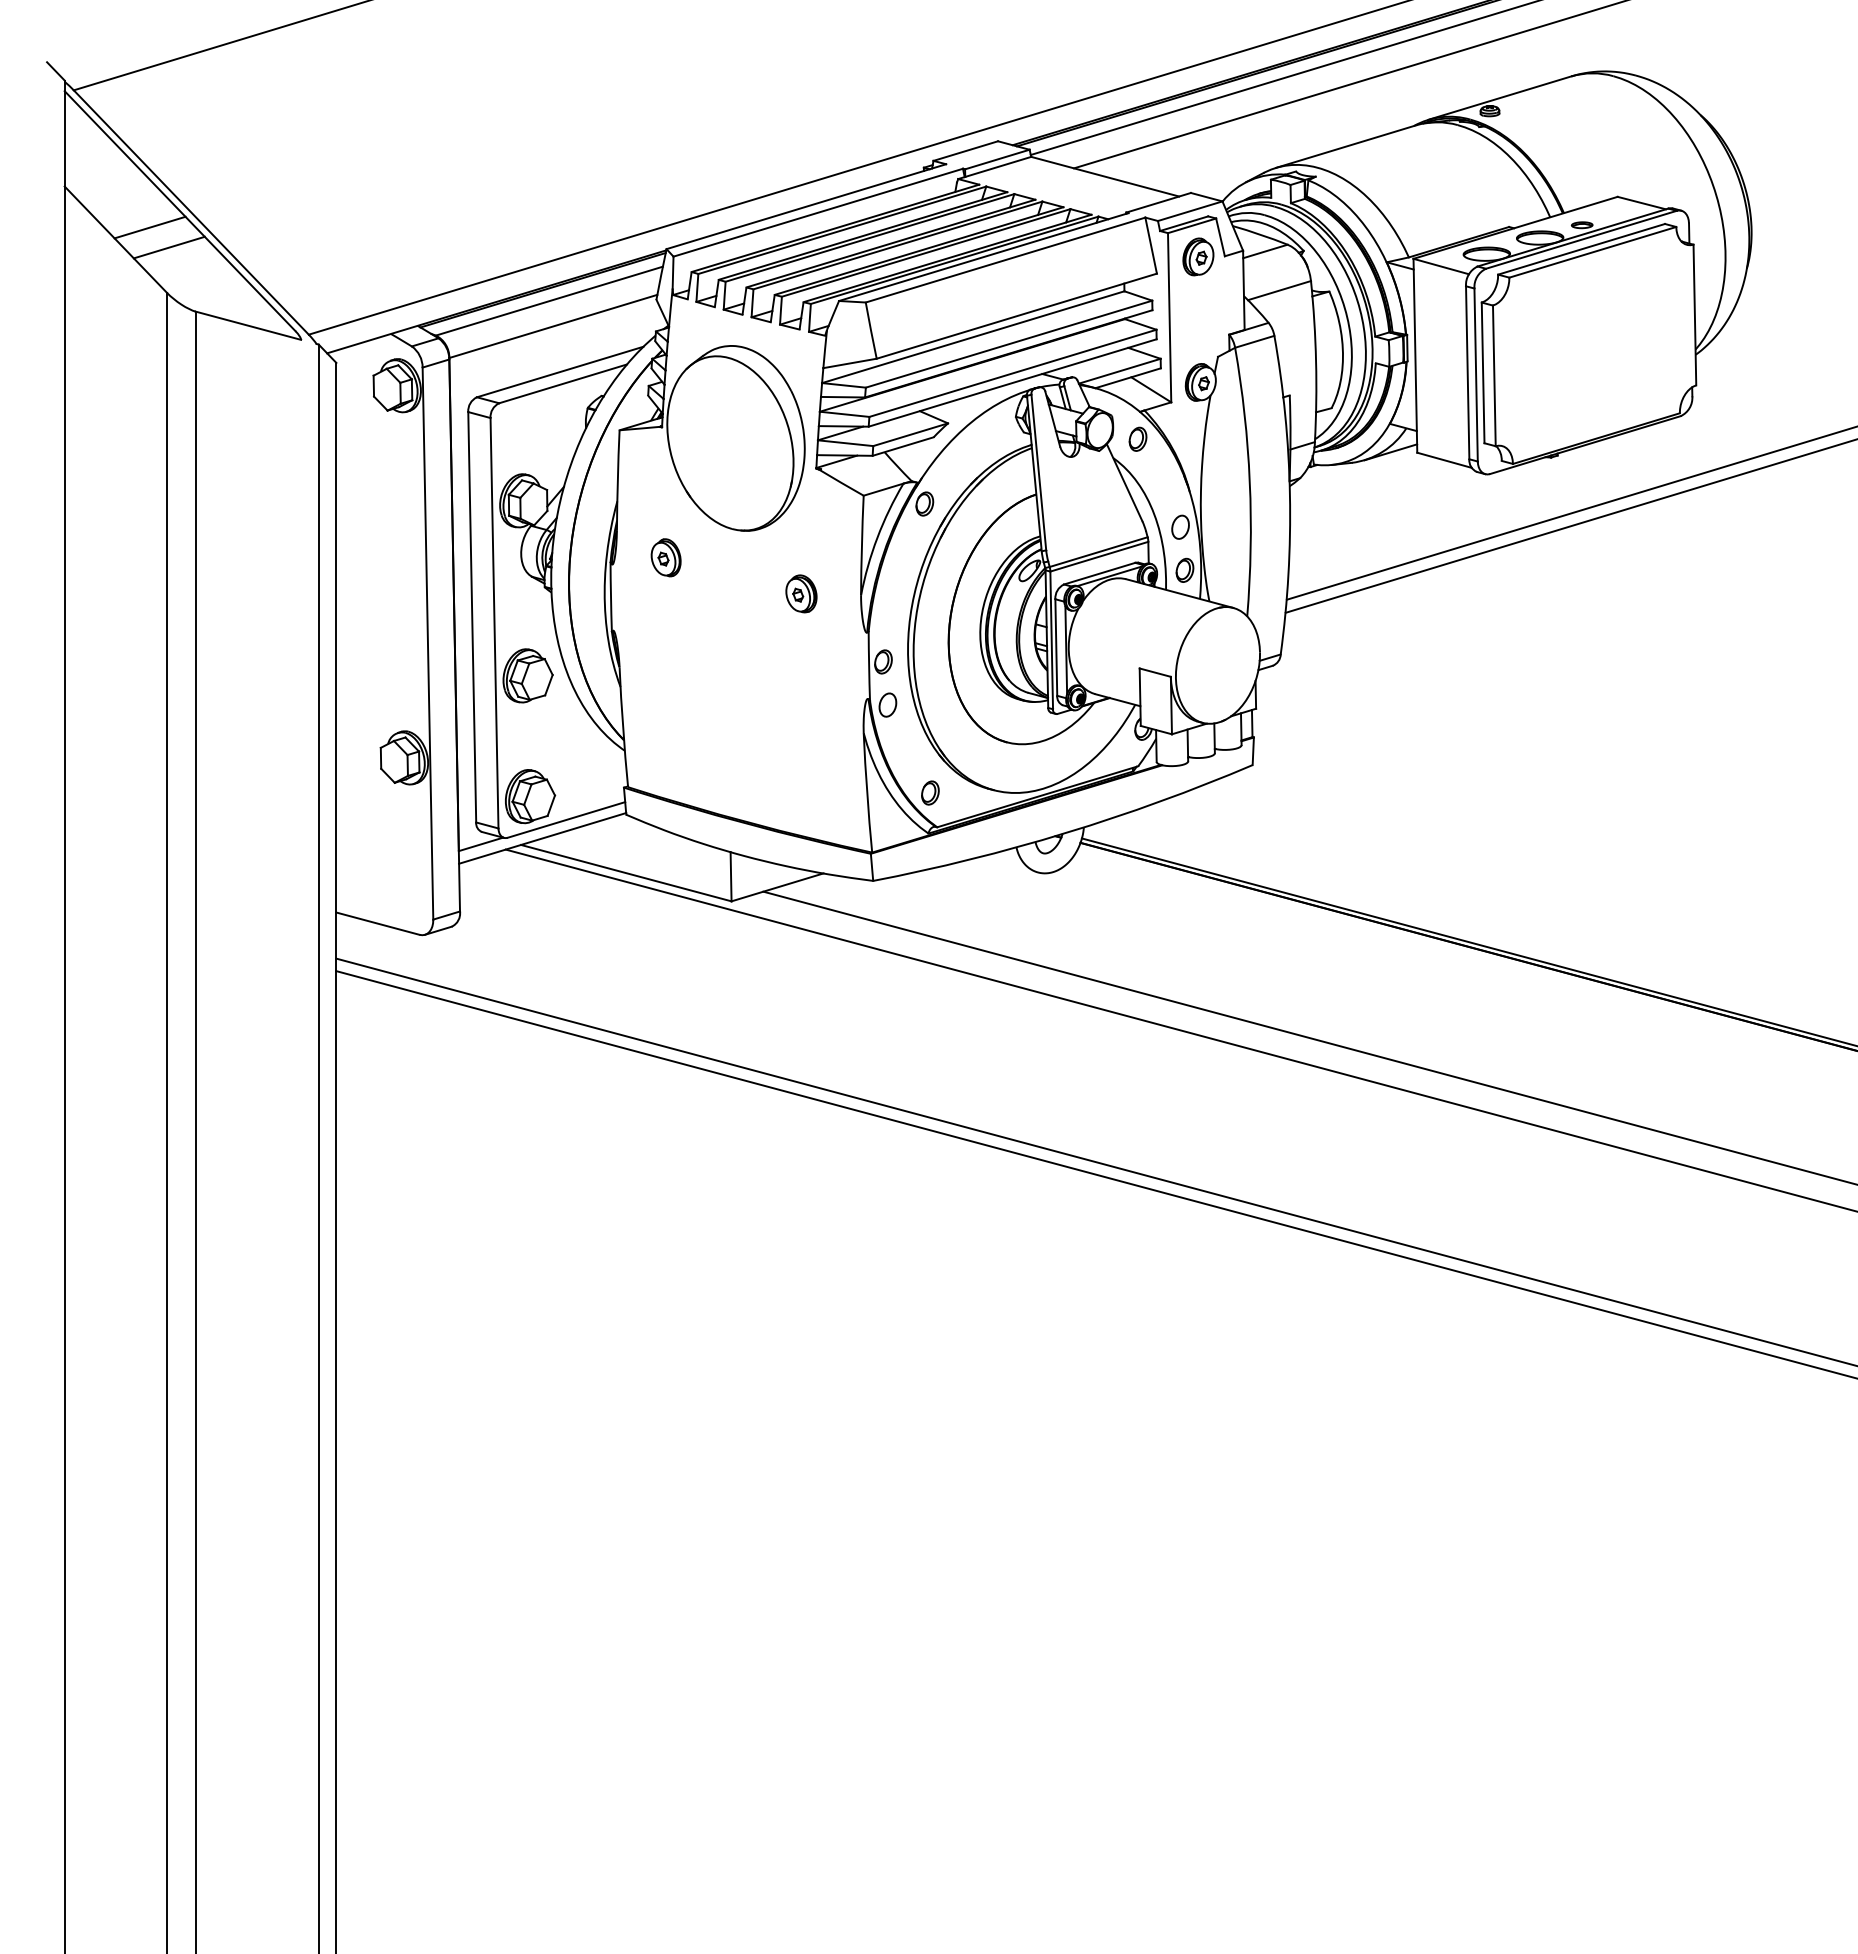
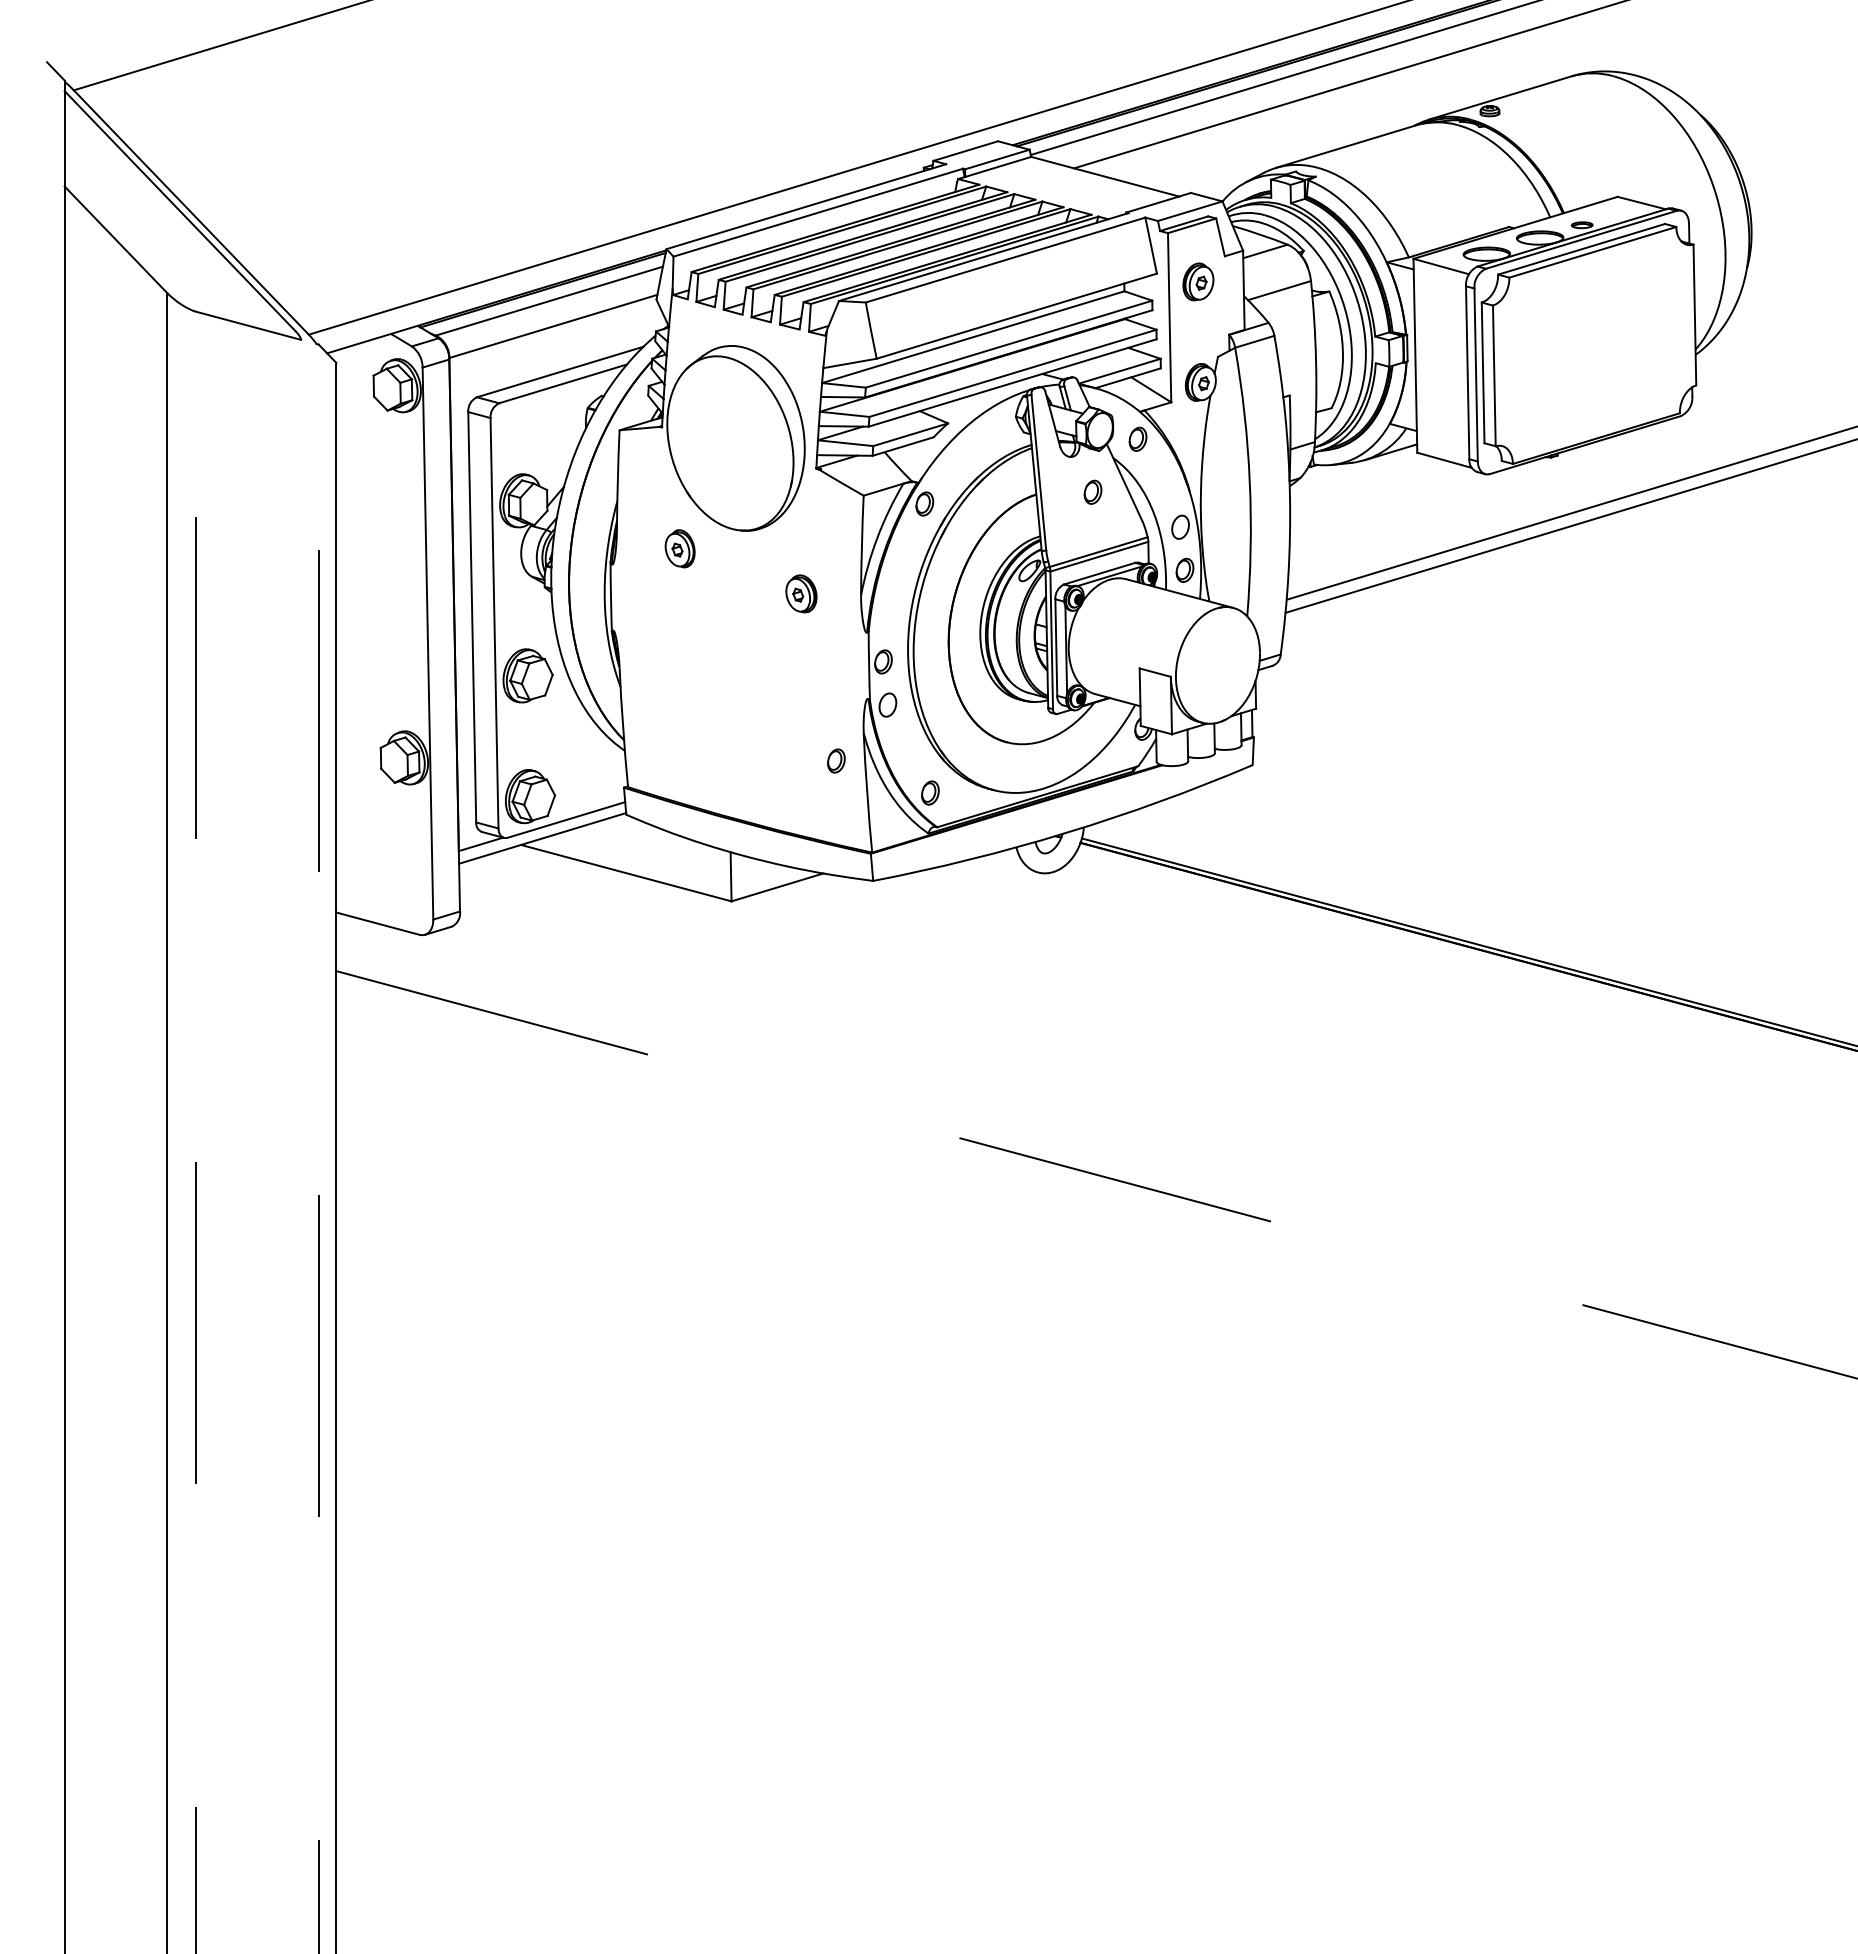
line at (149, 227): present -> none
line at (168, 247): present -> none
part at (1198, 256) position: (1198, 256) -> (1198, 281)
part at (1092, 491): none -> present
part at (665, 557) position: (665, 557) -> (679, 548)
part at (836, 760): none -> present
line at (1179, 1029): present -> none
line at (1308, 1037): present -> none
line at (195, 1131): solid -> dashed
line at (318, 1148): solid -> dashed
line at (1095, 1161): present -> none
line at (1097, 1175): solid -> dashed
